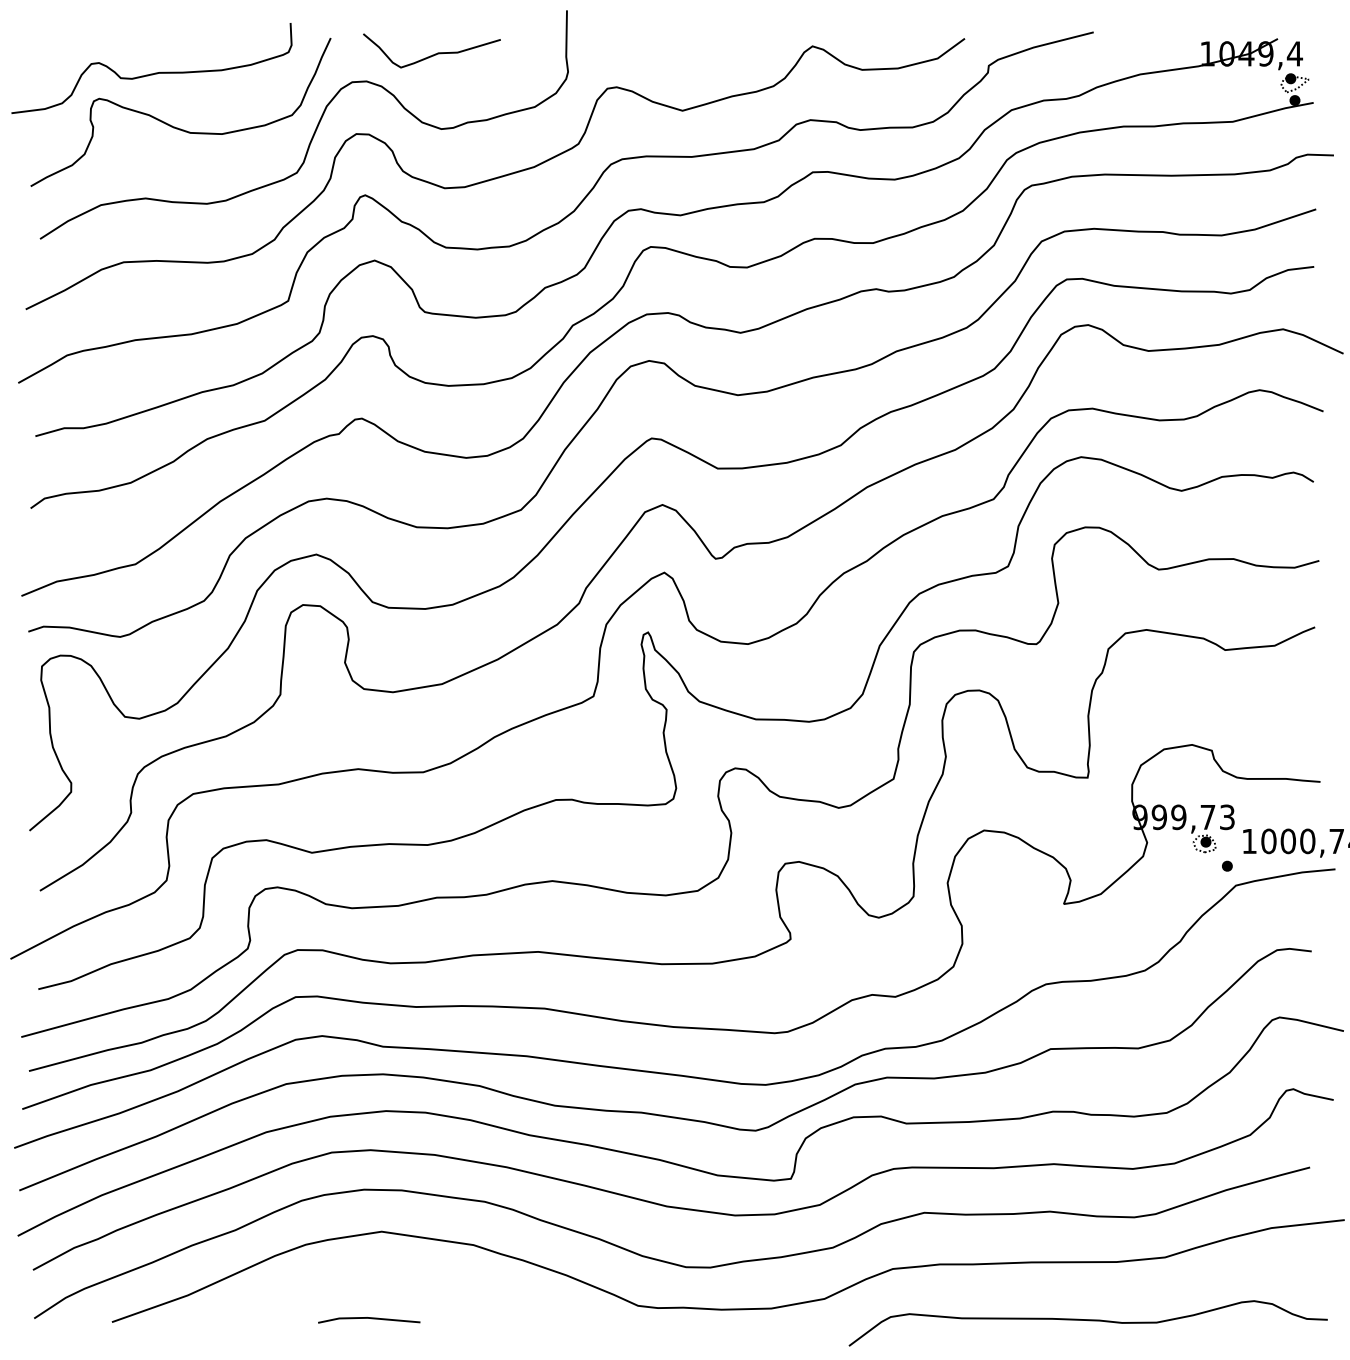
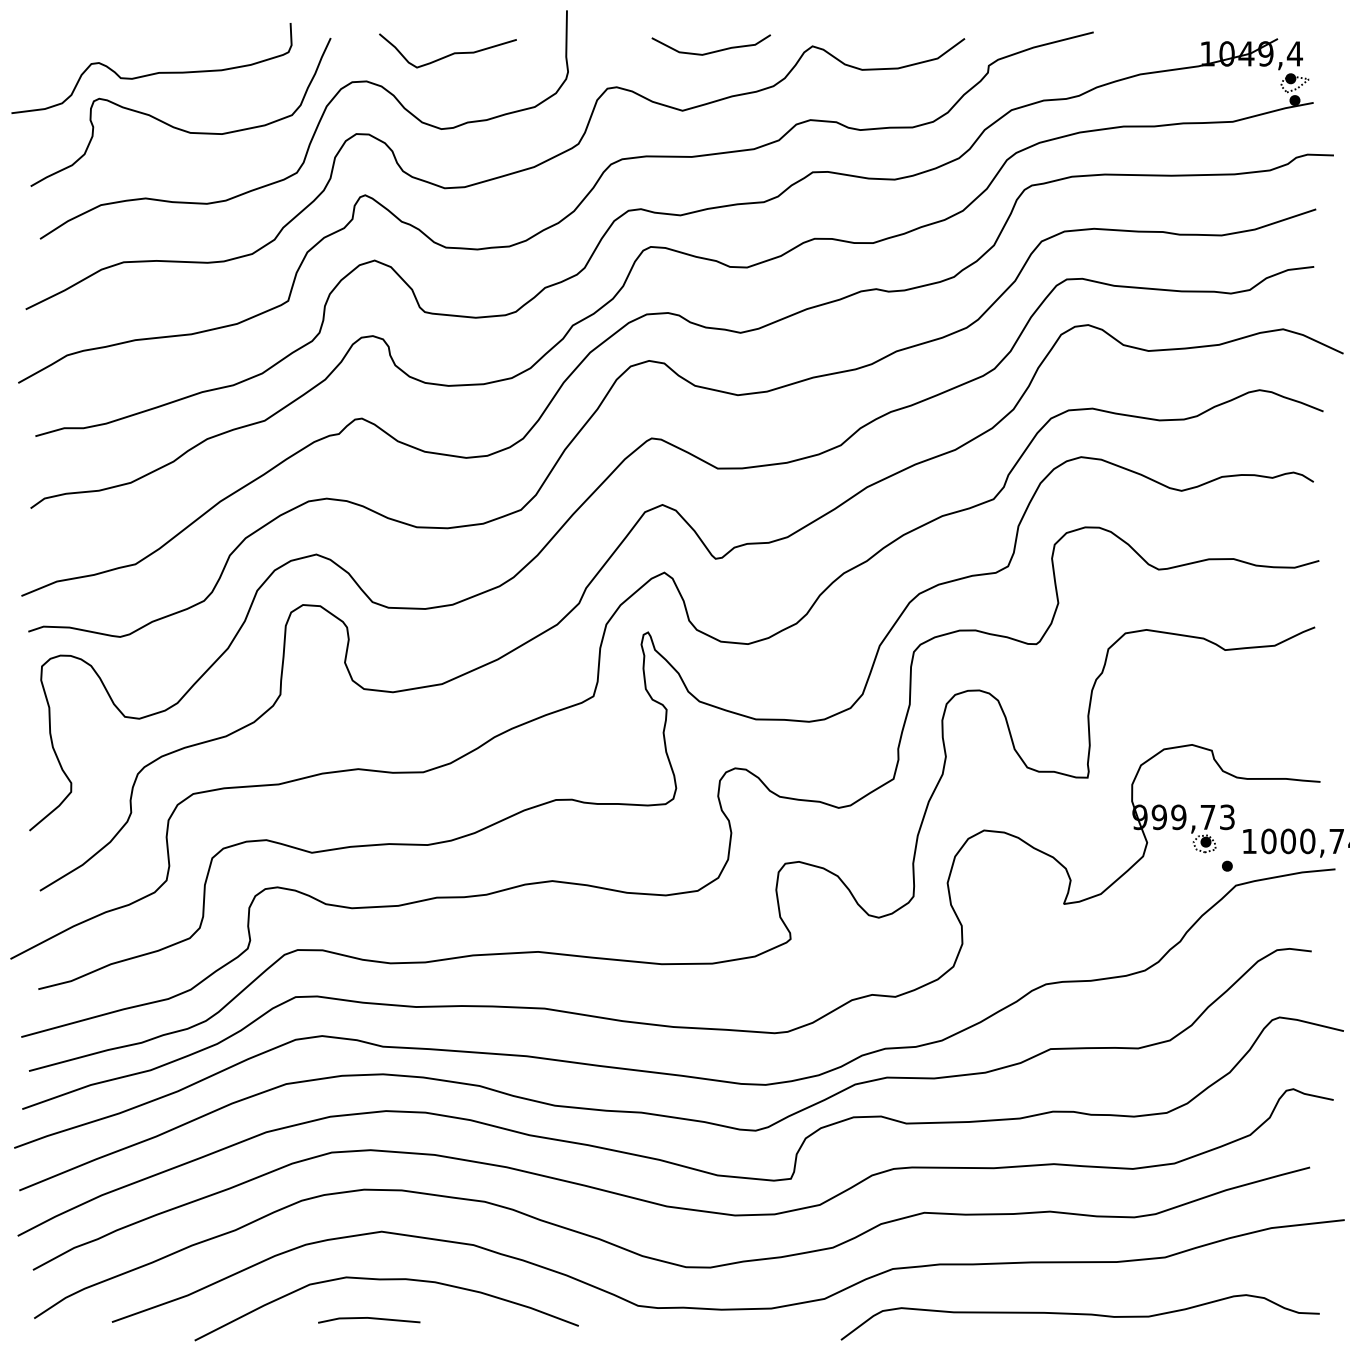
curve at (711, 51): none -> present
curve at (432, 54) position: (432, 54) -> (448, 54)
curve at (386, 1280): none -> present
curve at (1088, 1321) position: (1088, 1321) -> (1080, 1315)
